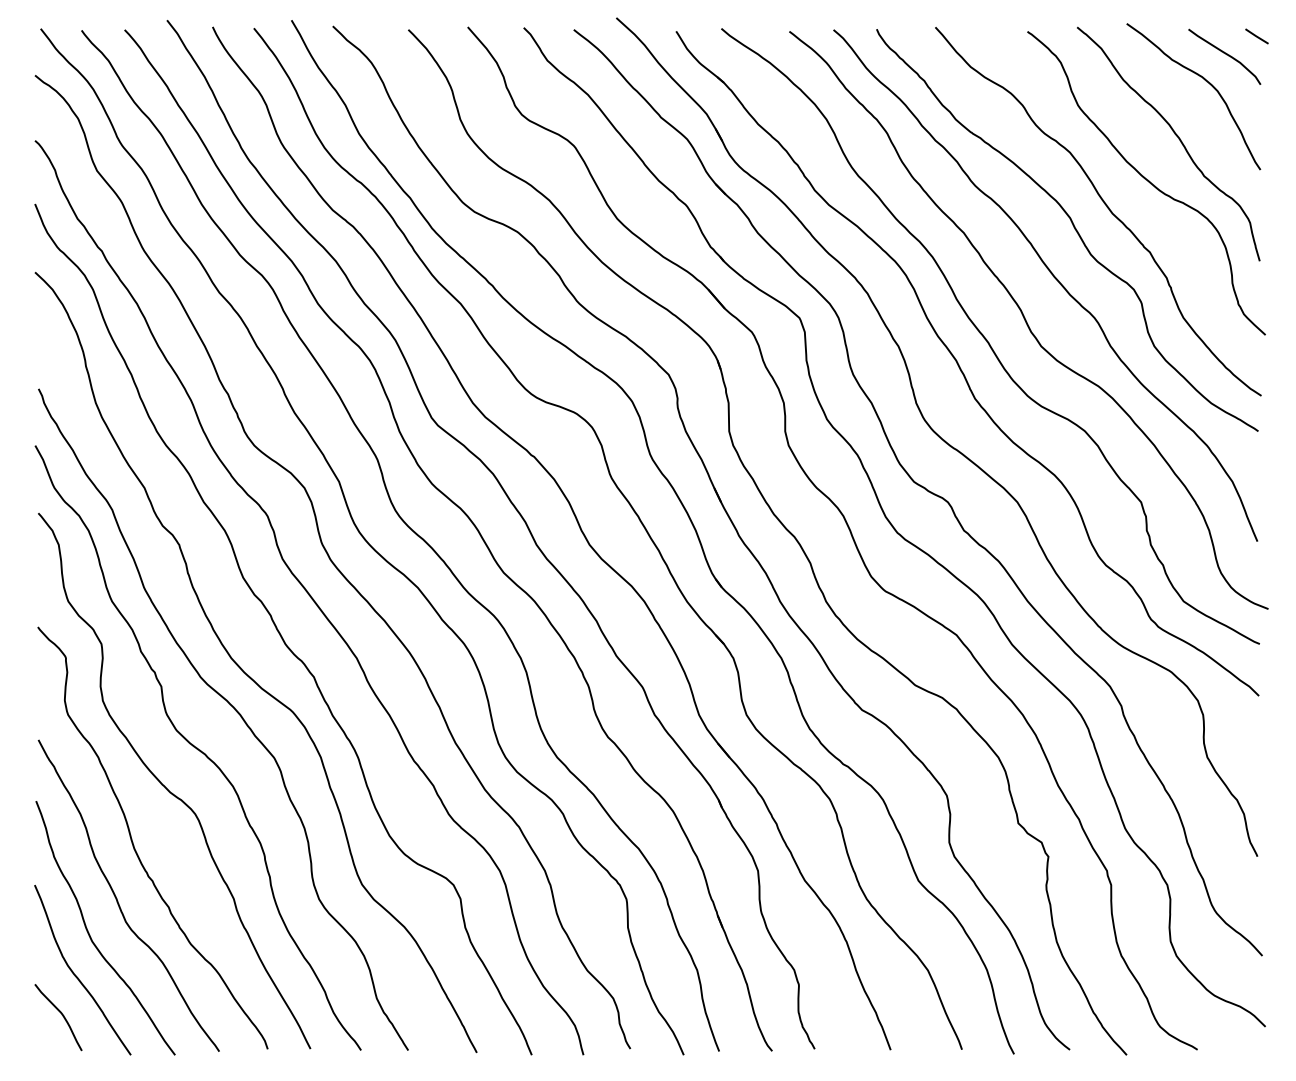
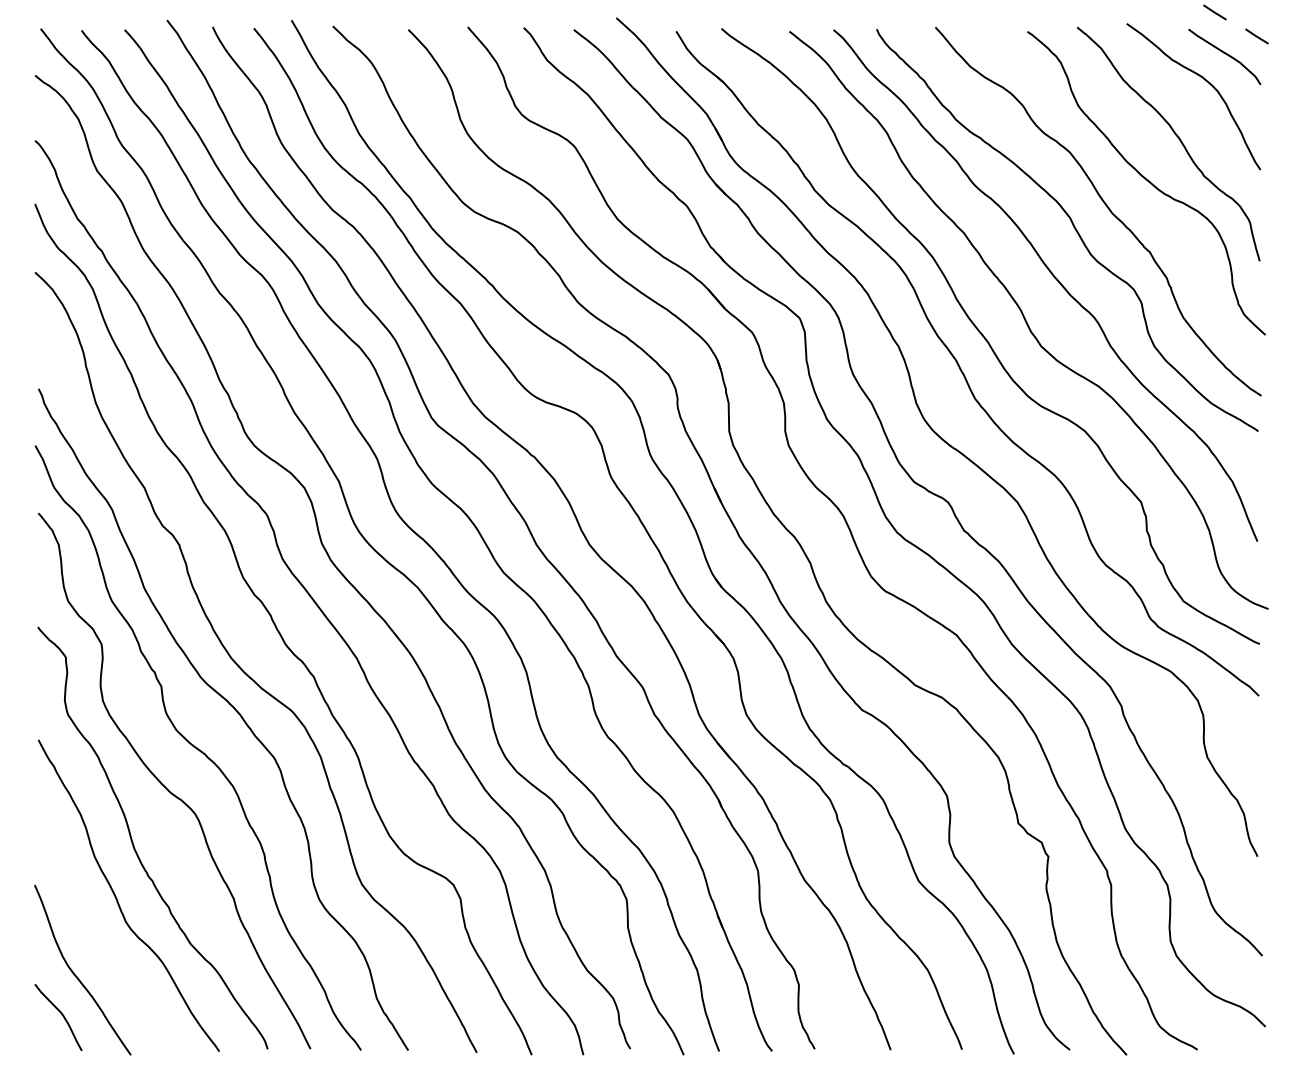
line at (1214, 12): none -> present
curve at (89, 932): present -> none
